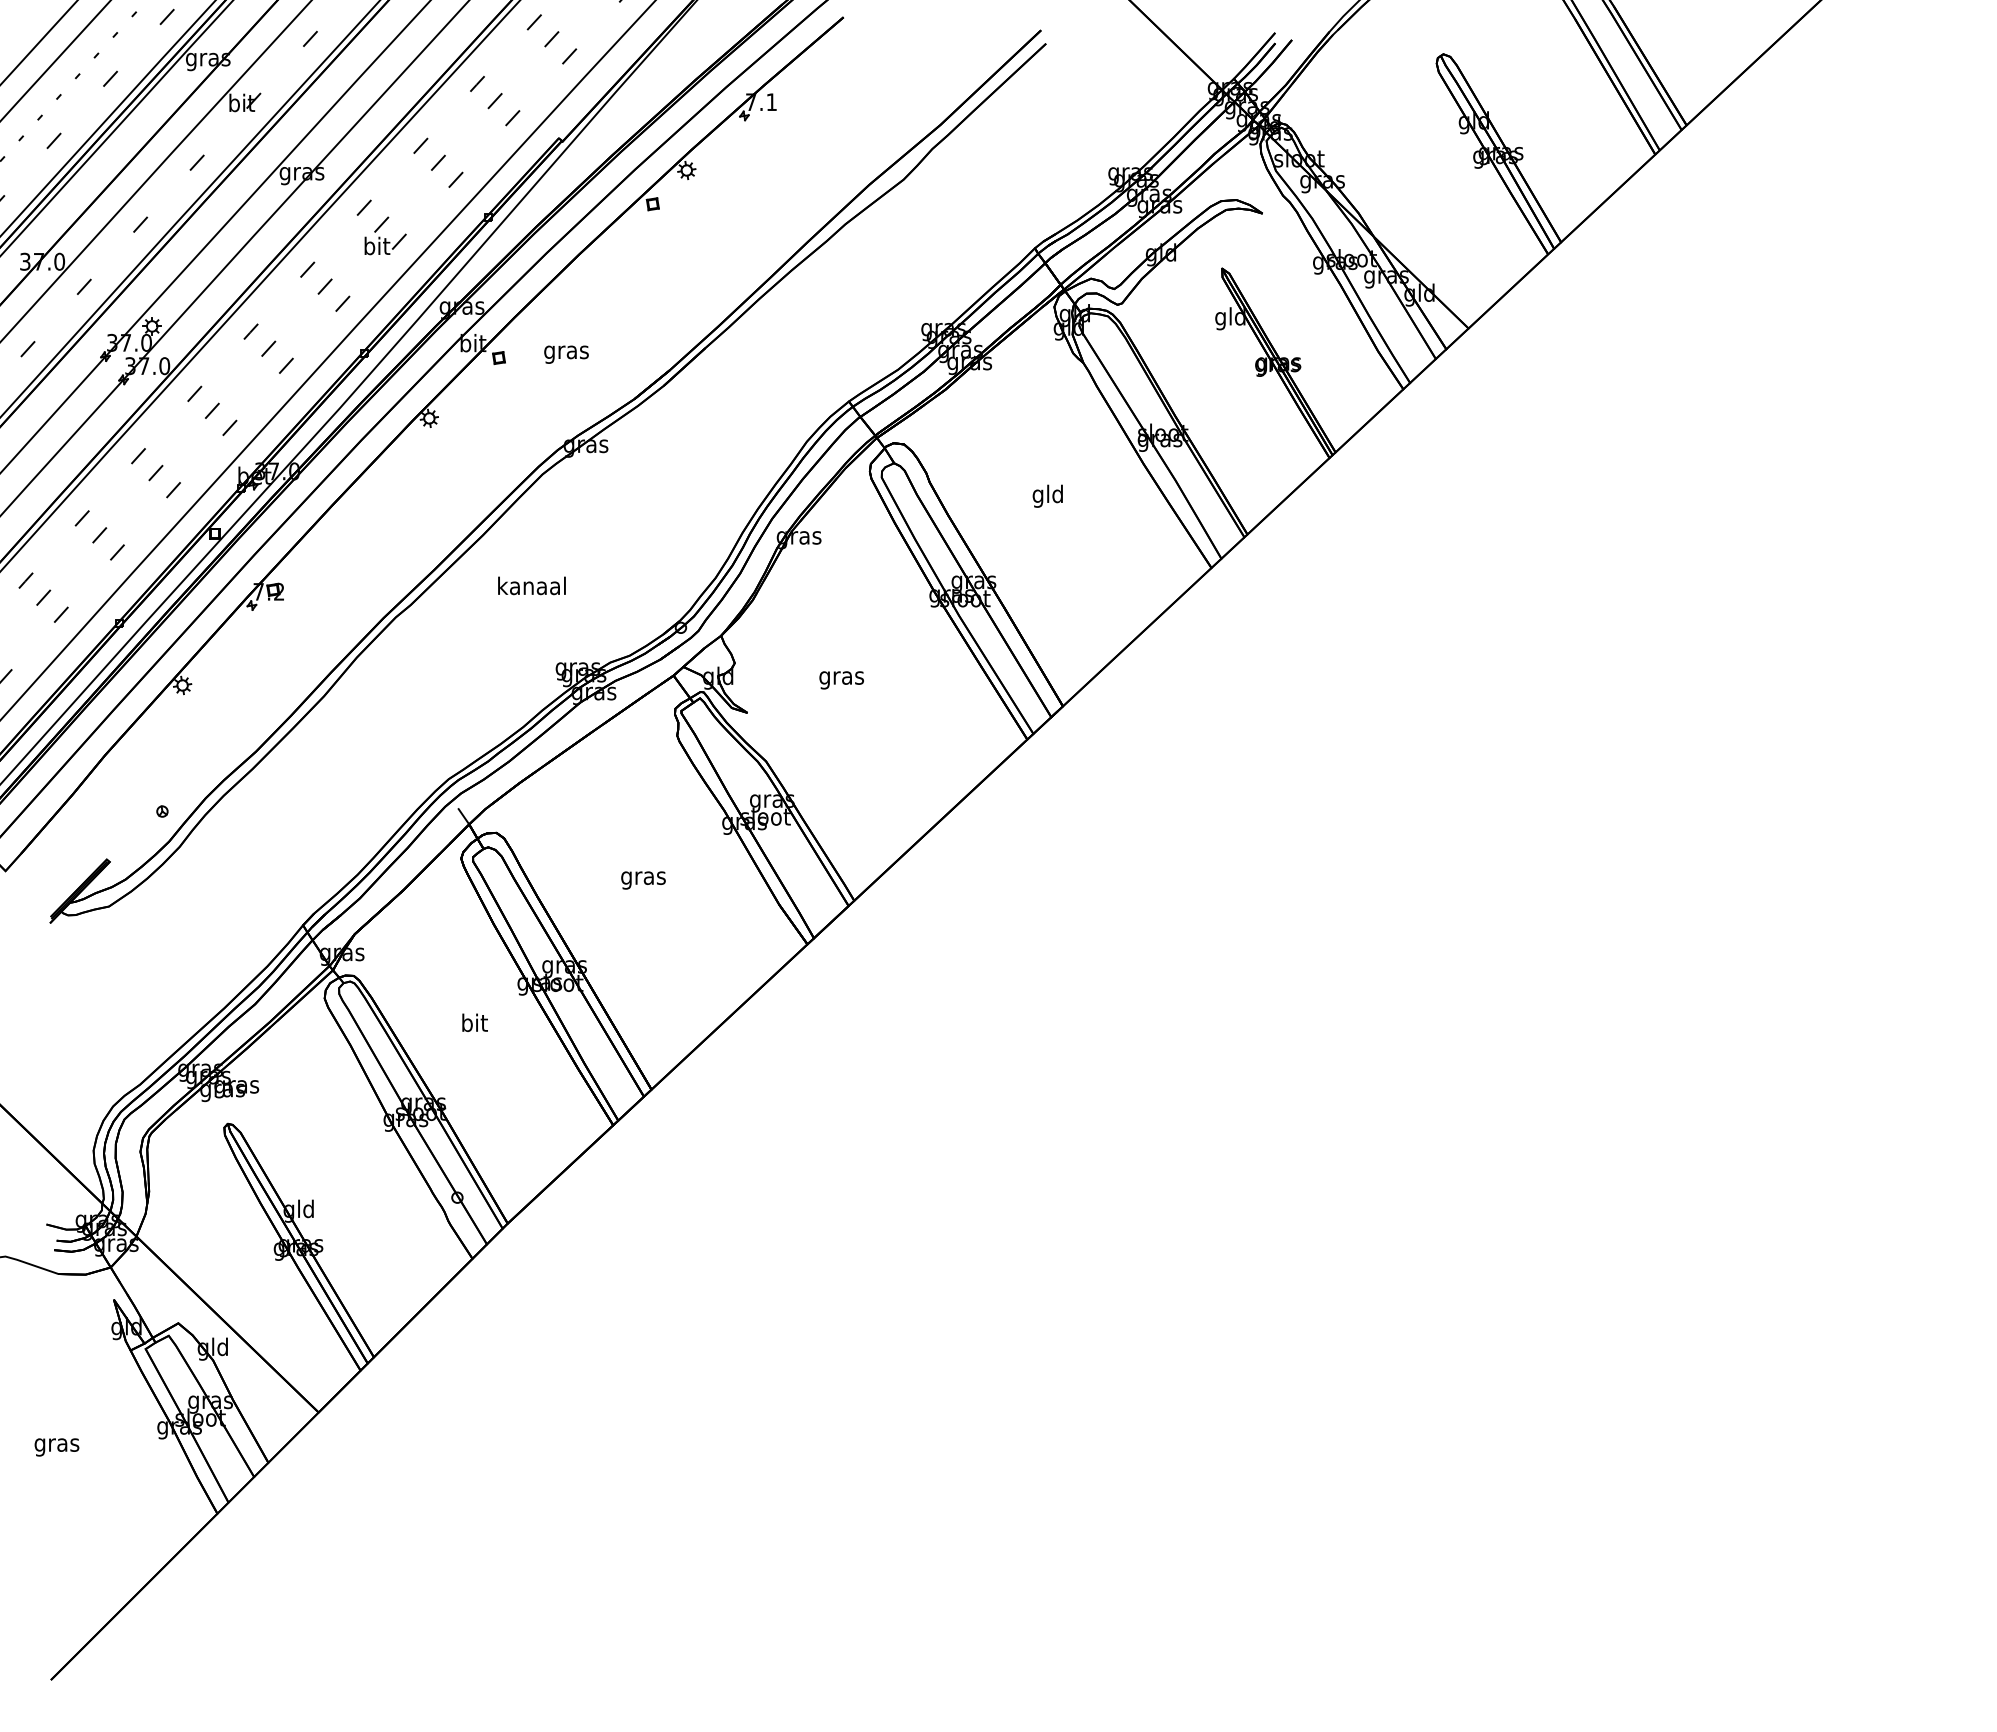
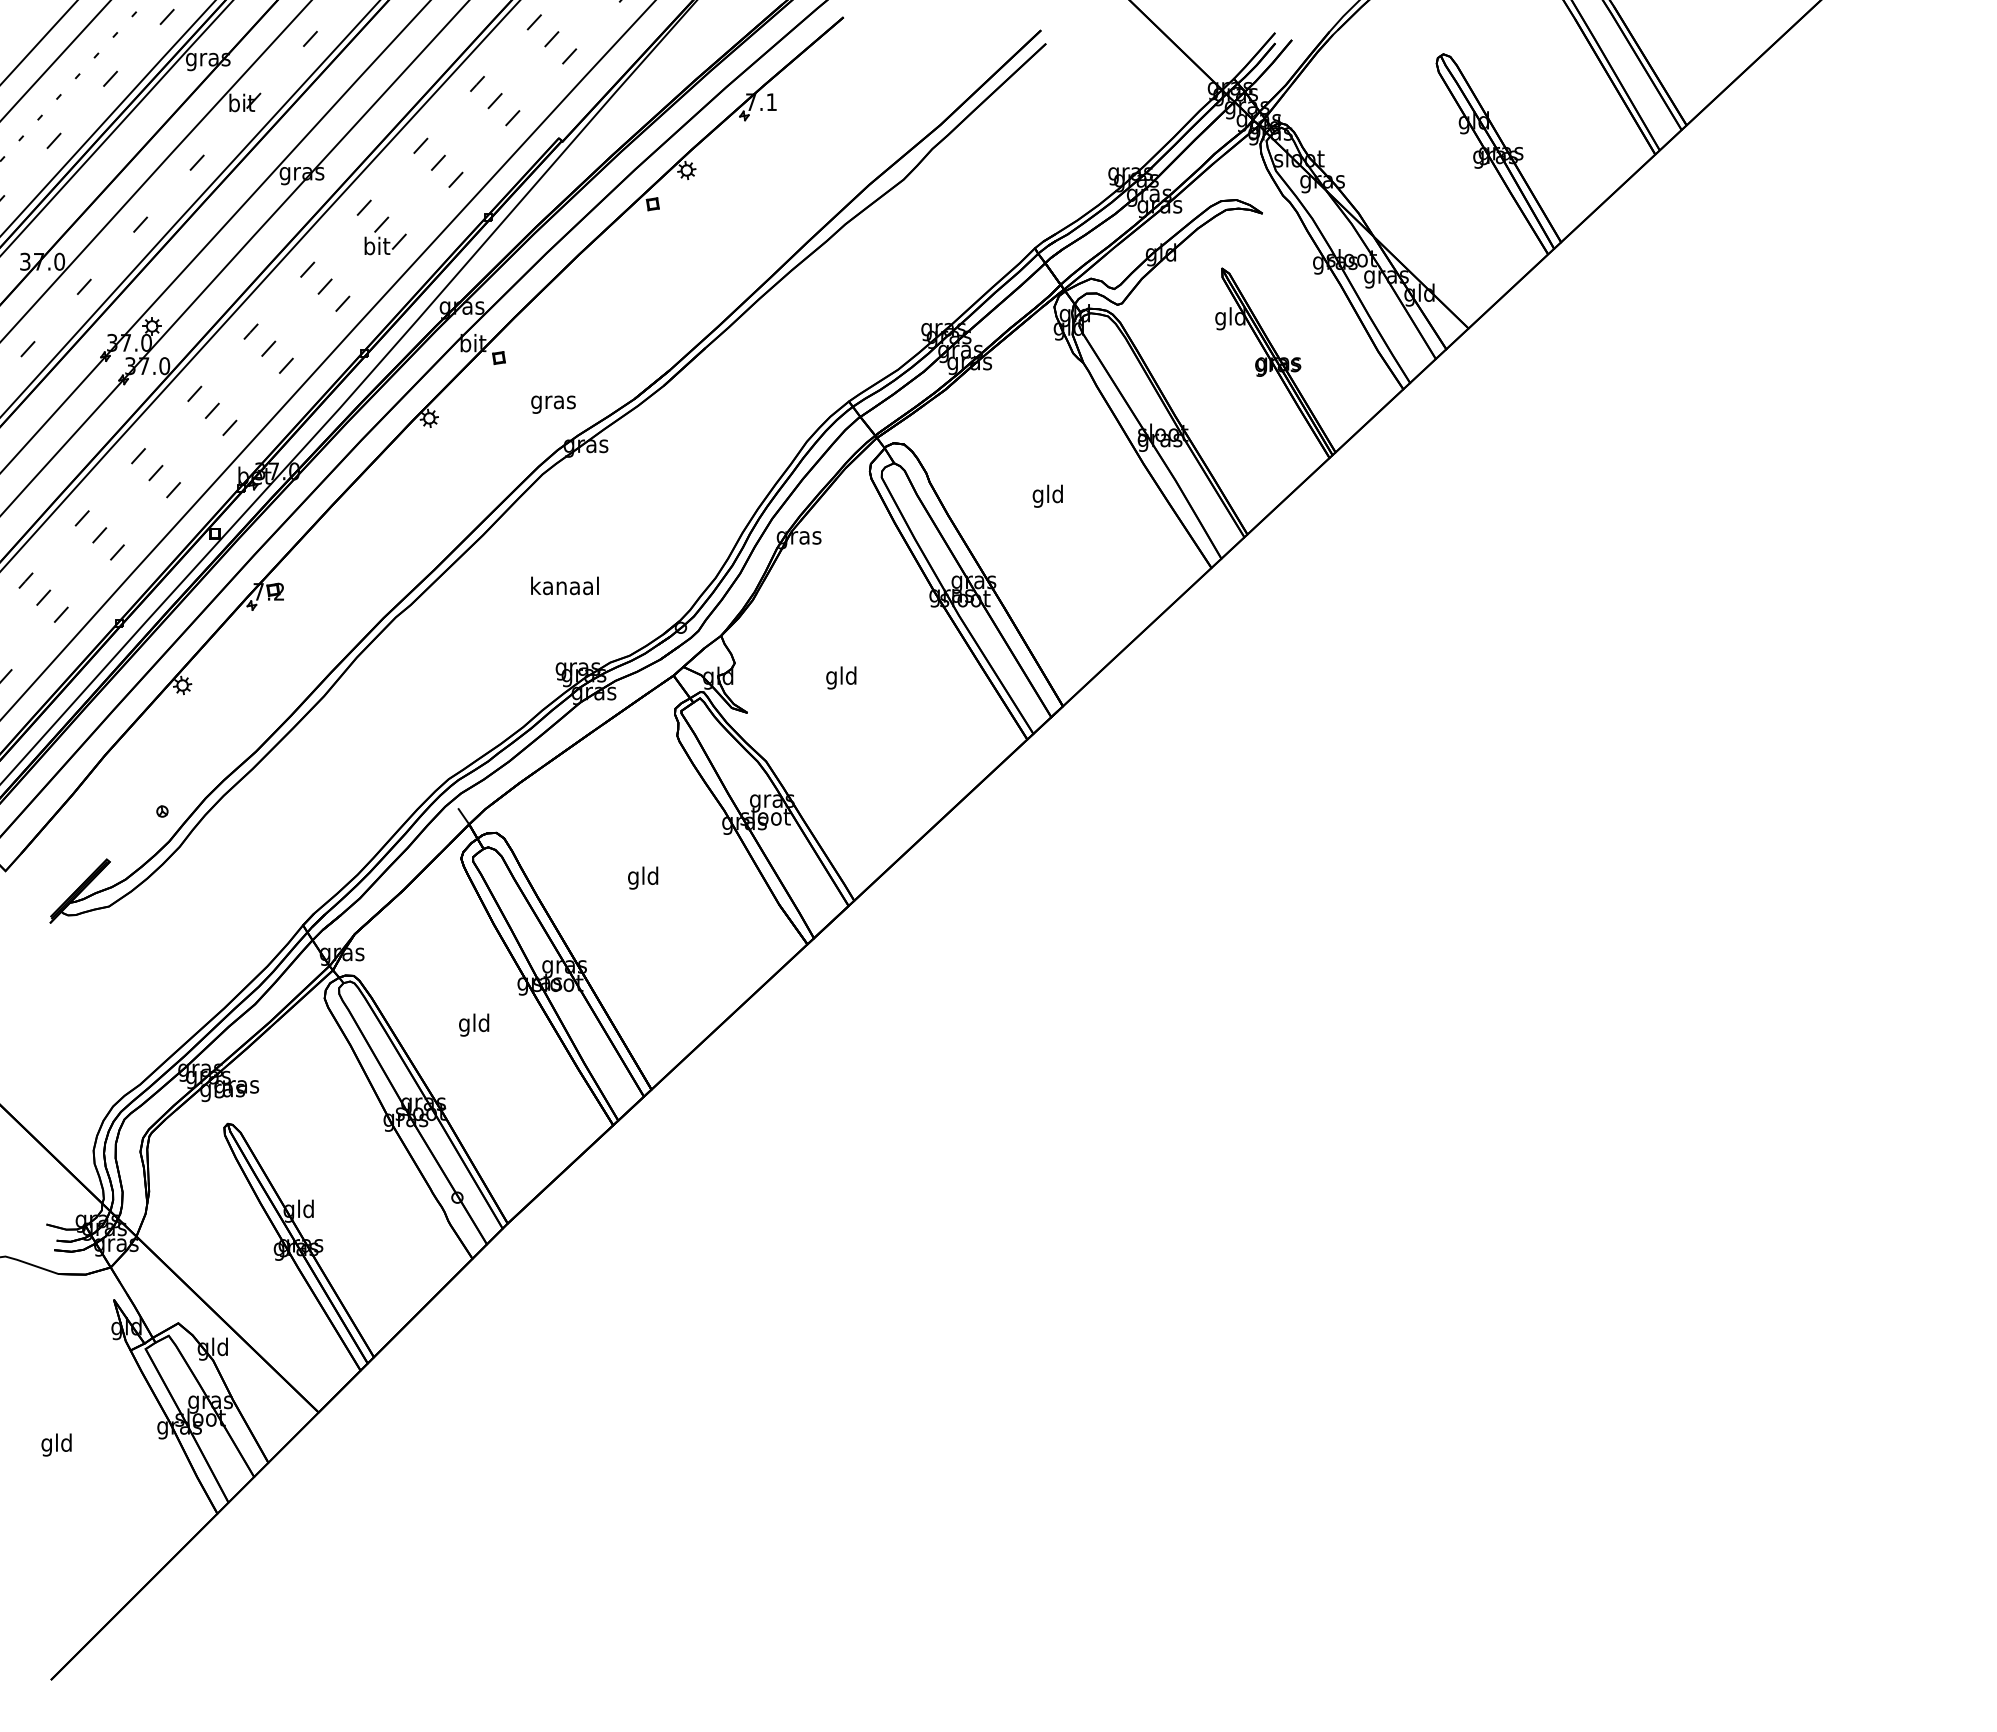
text at (566, 354) position: (566, 354) -> (553, 404)
text at (531, 585) position: (531, 585) -> (564, 585)
text at (841, 677): gras -> gld
text at (643, 877): gras -> gld
text at (474, 1024): bit -> gld
text at (56, 1444): gras -> gld
